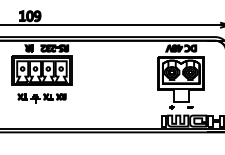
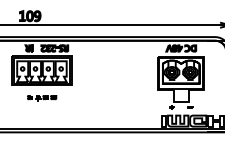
part at (41, 98) size: 50x11 px -> 31x7 px
